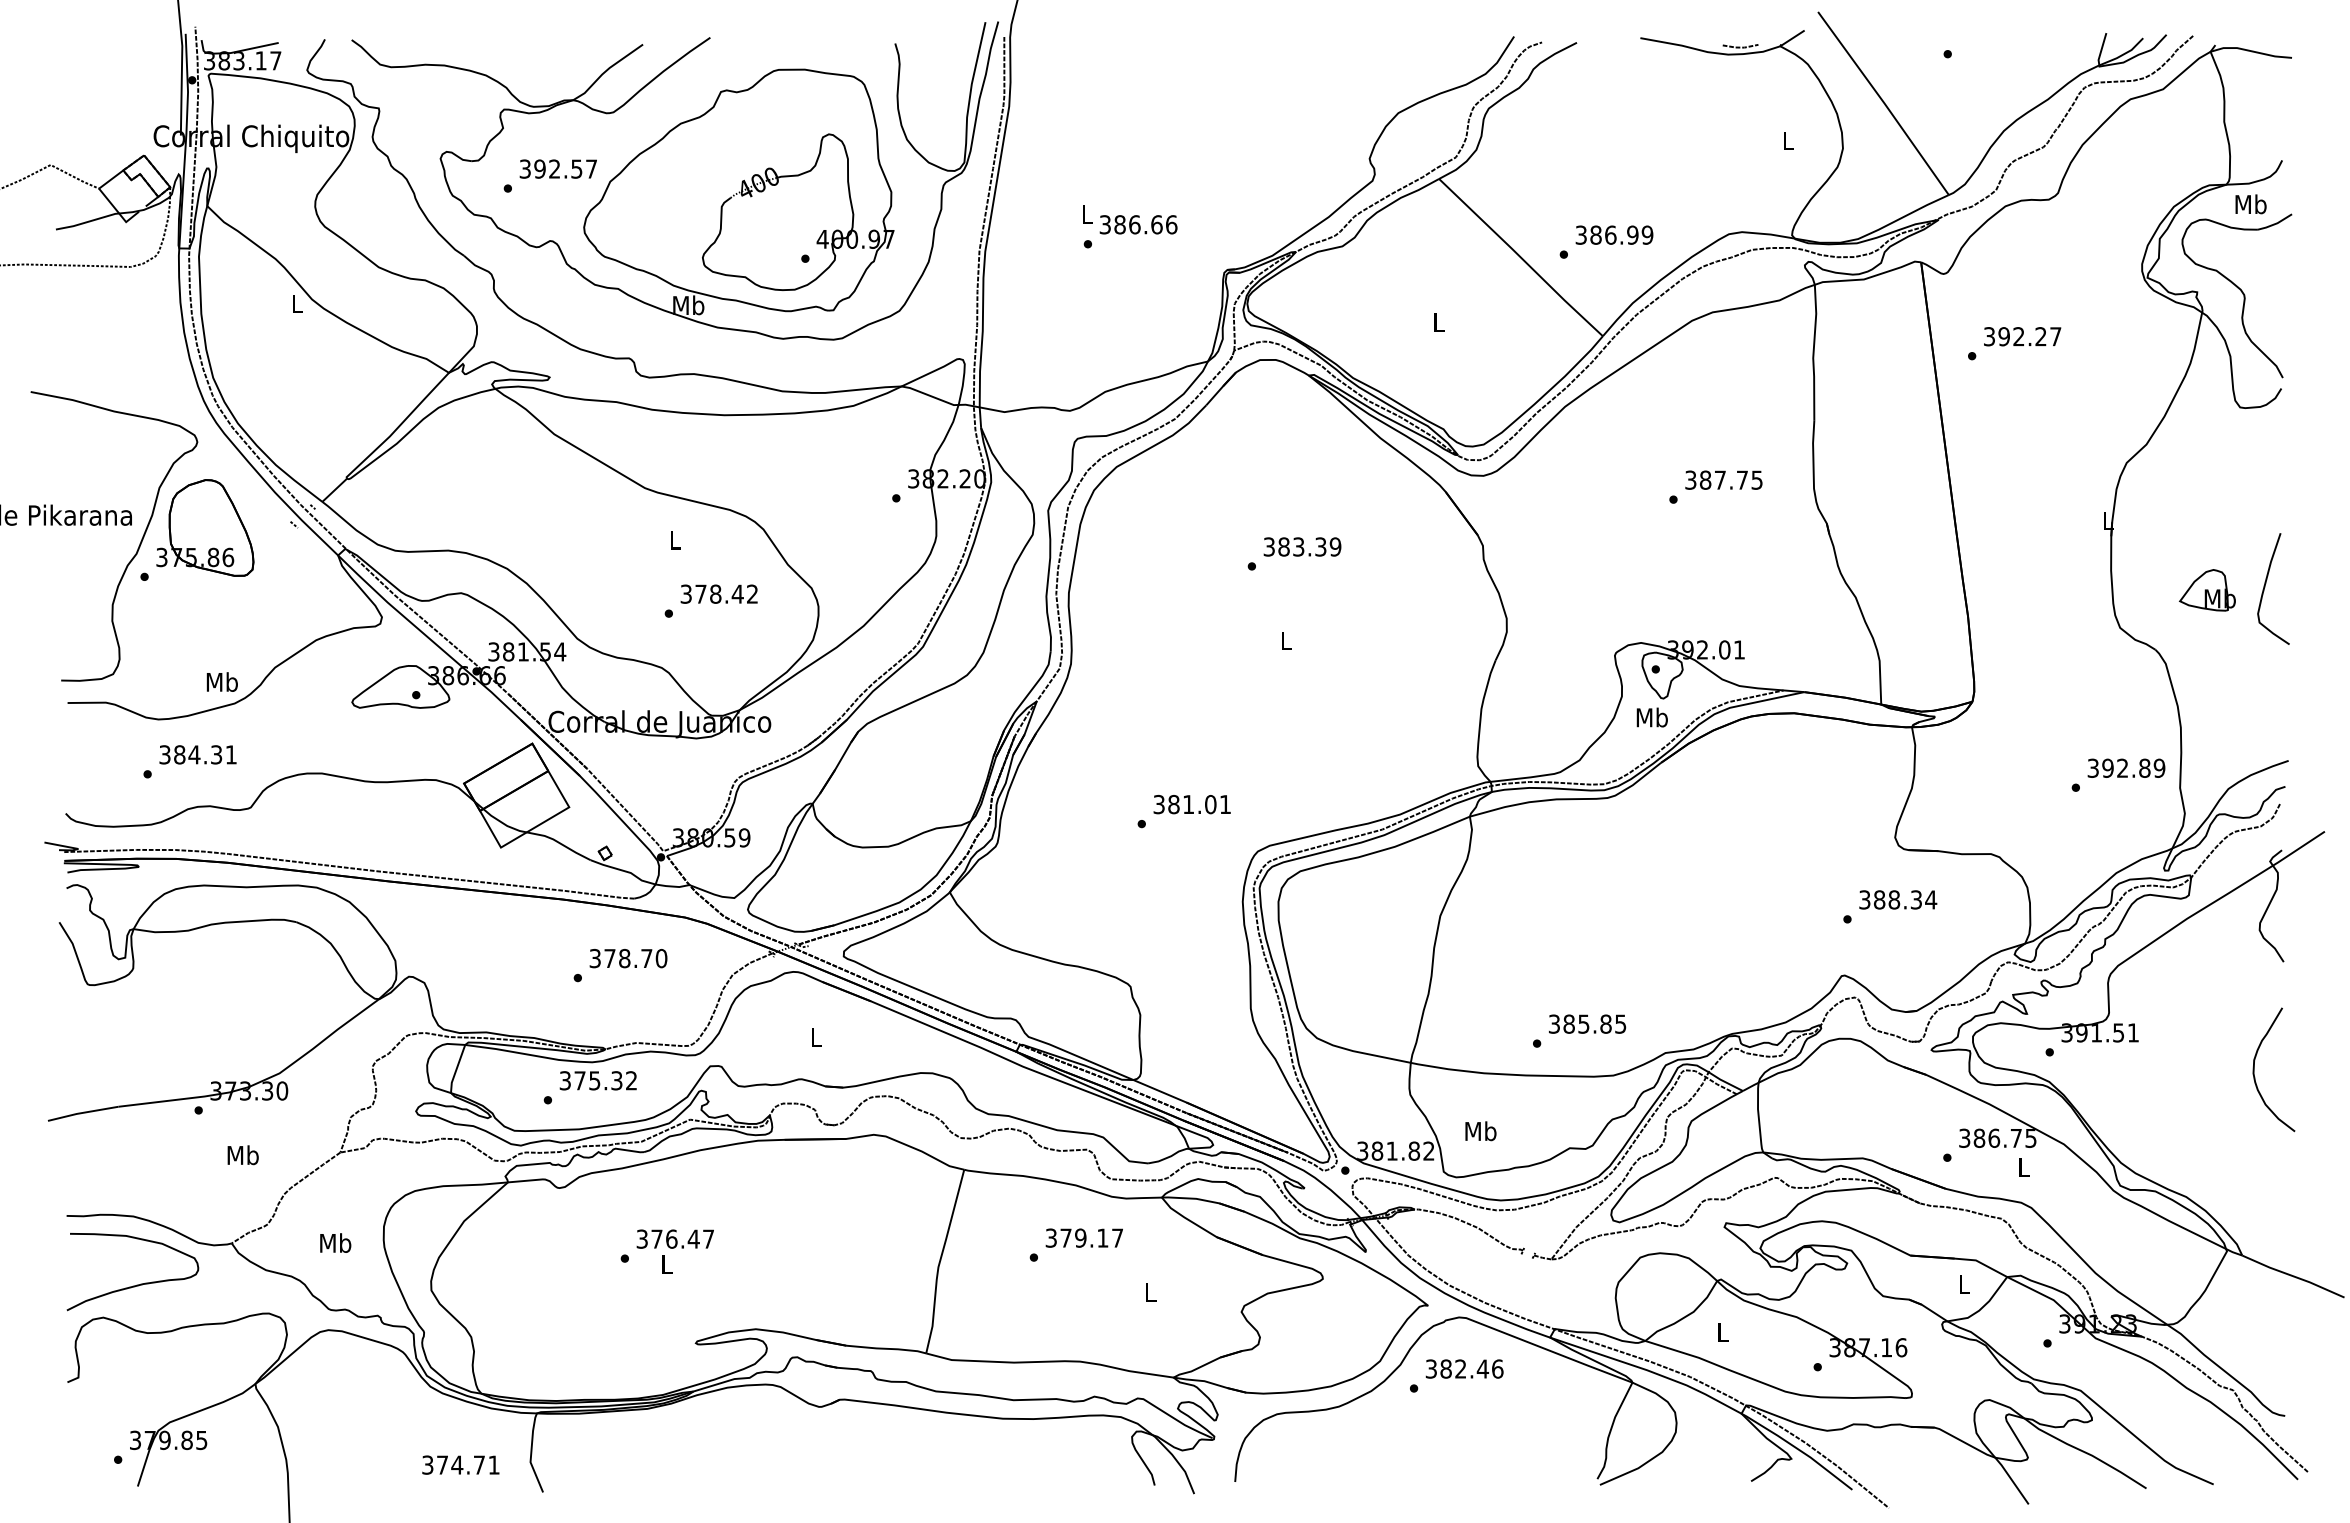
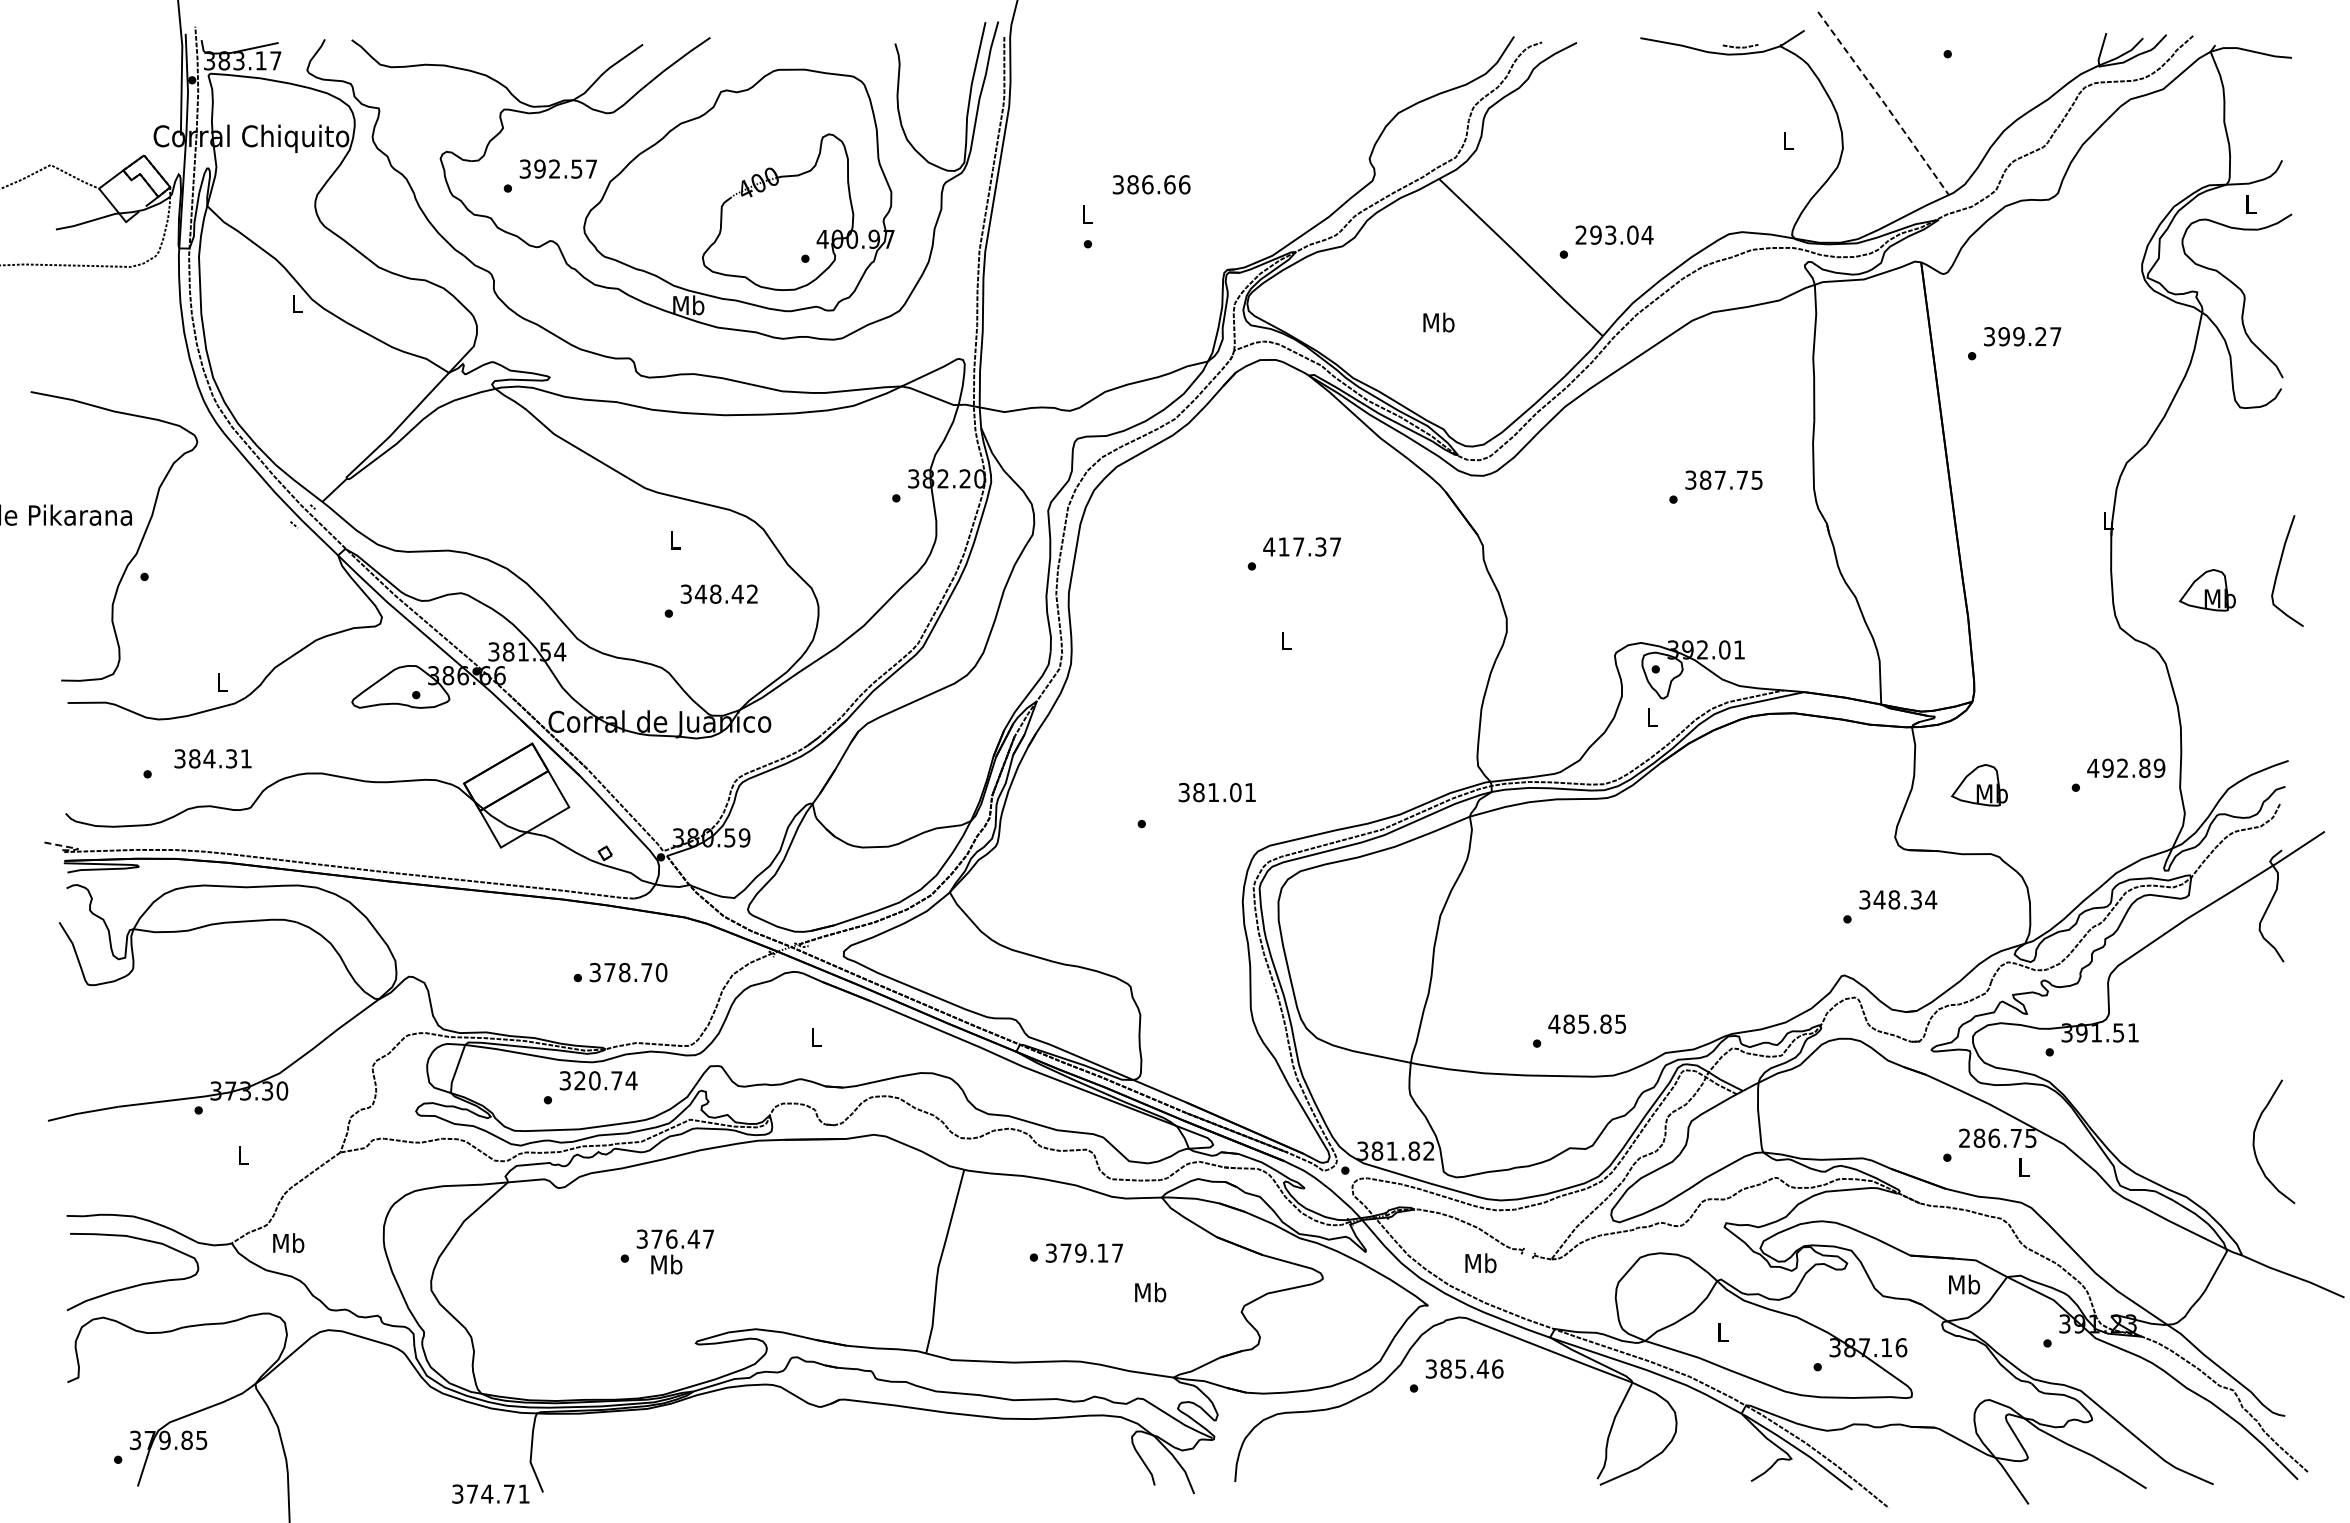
line at (1884, 103): solid -> dashed
text at (2250, 204): Mb -> L
text at (1138, 224) position: (1138, 224) -> (1151, 184)
text at (1614, 234): 386.99 -> 293.04
text at (1438, 322): L -> Mb
text at (2018, 336): 392.27 -> 399.27
part at (205, 527): present -> none
text at (1302, 546): 383.39 -> 417.37
curve at (2265, 587) position: (2265, 587) -> (2279, 569)
text at (700, 593): 378.42 -> 348.42
text at (221, 681): Mb -> L
text at (1651, 717): Mb -> L
text at (197, 754) position: (197, 754) -> (212, 758)
text at (2093, 767): 392.89 -> 492.89
part at (1979, 785): none -> present
text at (1191, 804) position: (1191, 804) -> (1216, 792)
line at (72, 847): solid -> dashed
text at (1879, 899): 388.34 -> 348.34
text at (628, 958) position: (628, 958) -> (628, 972)
text at (1554, 1023): 385.85 -> 485.85
curve at (2254, 1069) position: (2254, 1069) -> (2254, 1141)
text at (605, 1080): 375.32 -> 320.74
text at (1480, 1131) position: (1480, 1131) -> (1480, 1263)
text at (1964, 1138): 386.75 -> 286.75
text at (242, 1155): Mb -> L
text at (1083, 1237) position: (1083, 1237) -> (1083, 1252)
text at (335, 1242) position: (335, 1242) -> (288, 1242)
text at (666, 1264): L -> Mb
text at (1964, 1284): L -> Mb
text at (1150, 1292): L -> Mb
text at (1460, 1368): 382.46 -> 385.46
text at (460, 1464) position: (460, 1464) -> (490, 1493)
